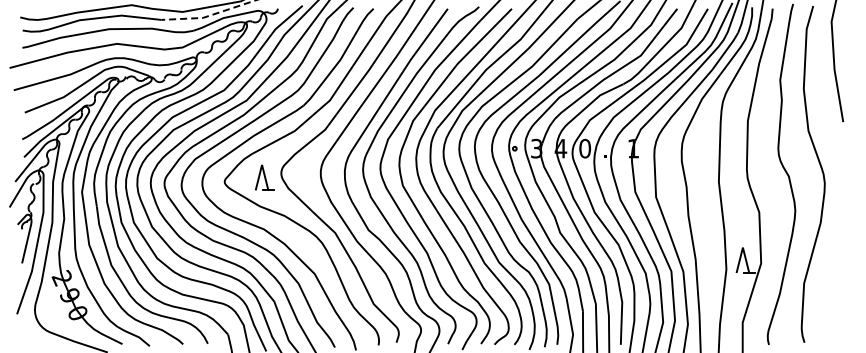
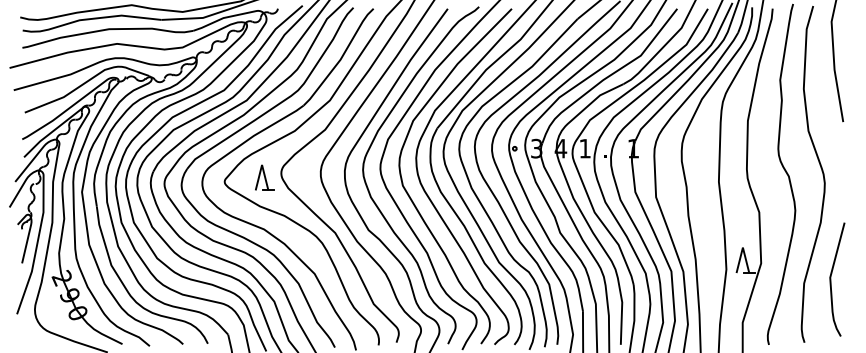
line at (209, 15): dashed -> solid
text at (585, 148): 0 -> 1
curve at (831, 279): none -> present
